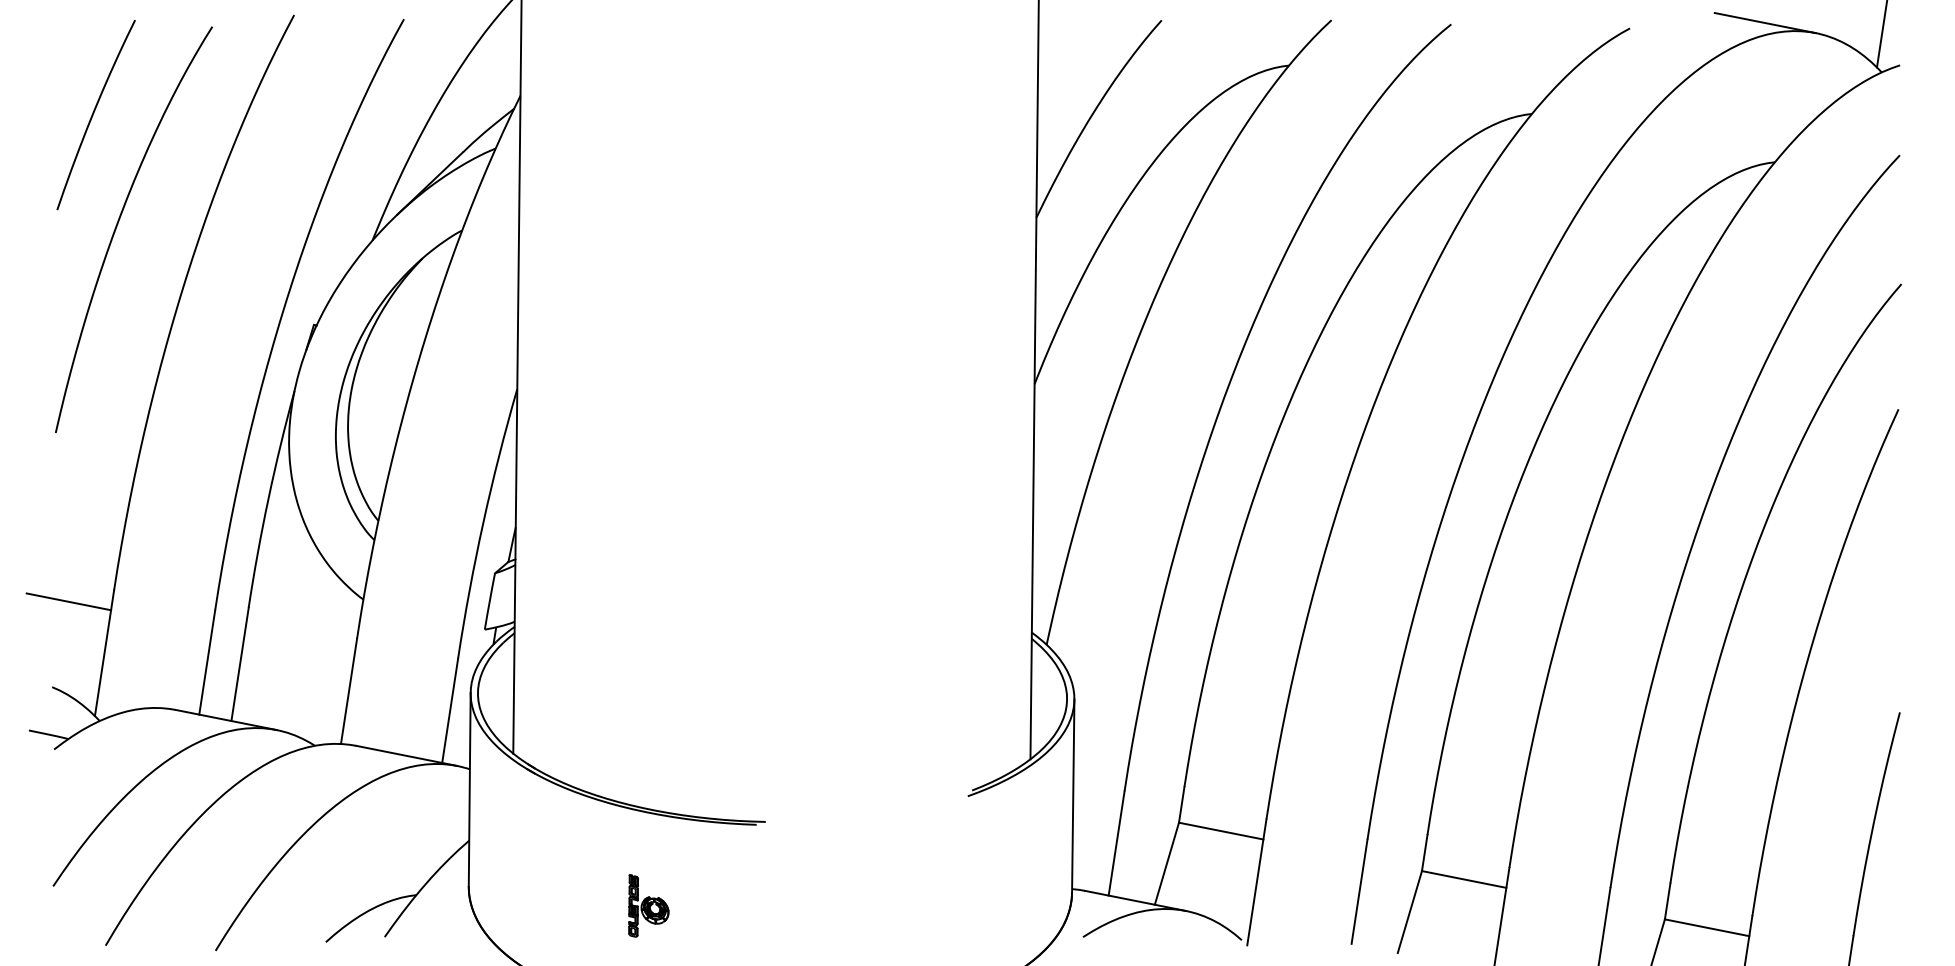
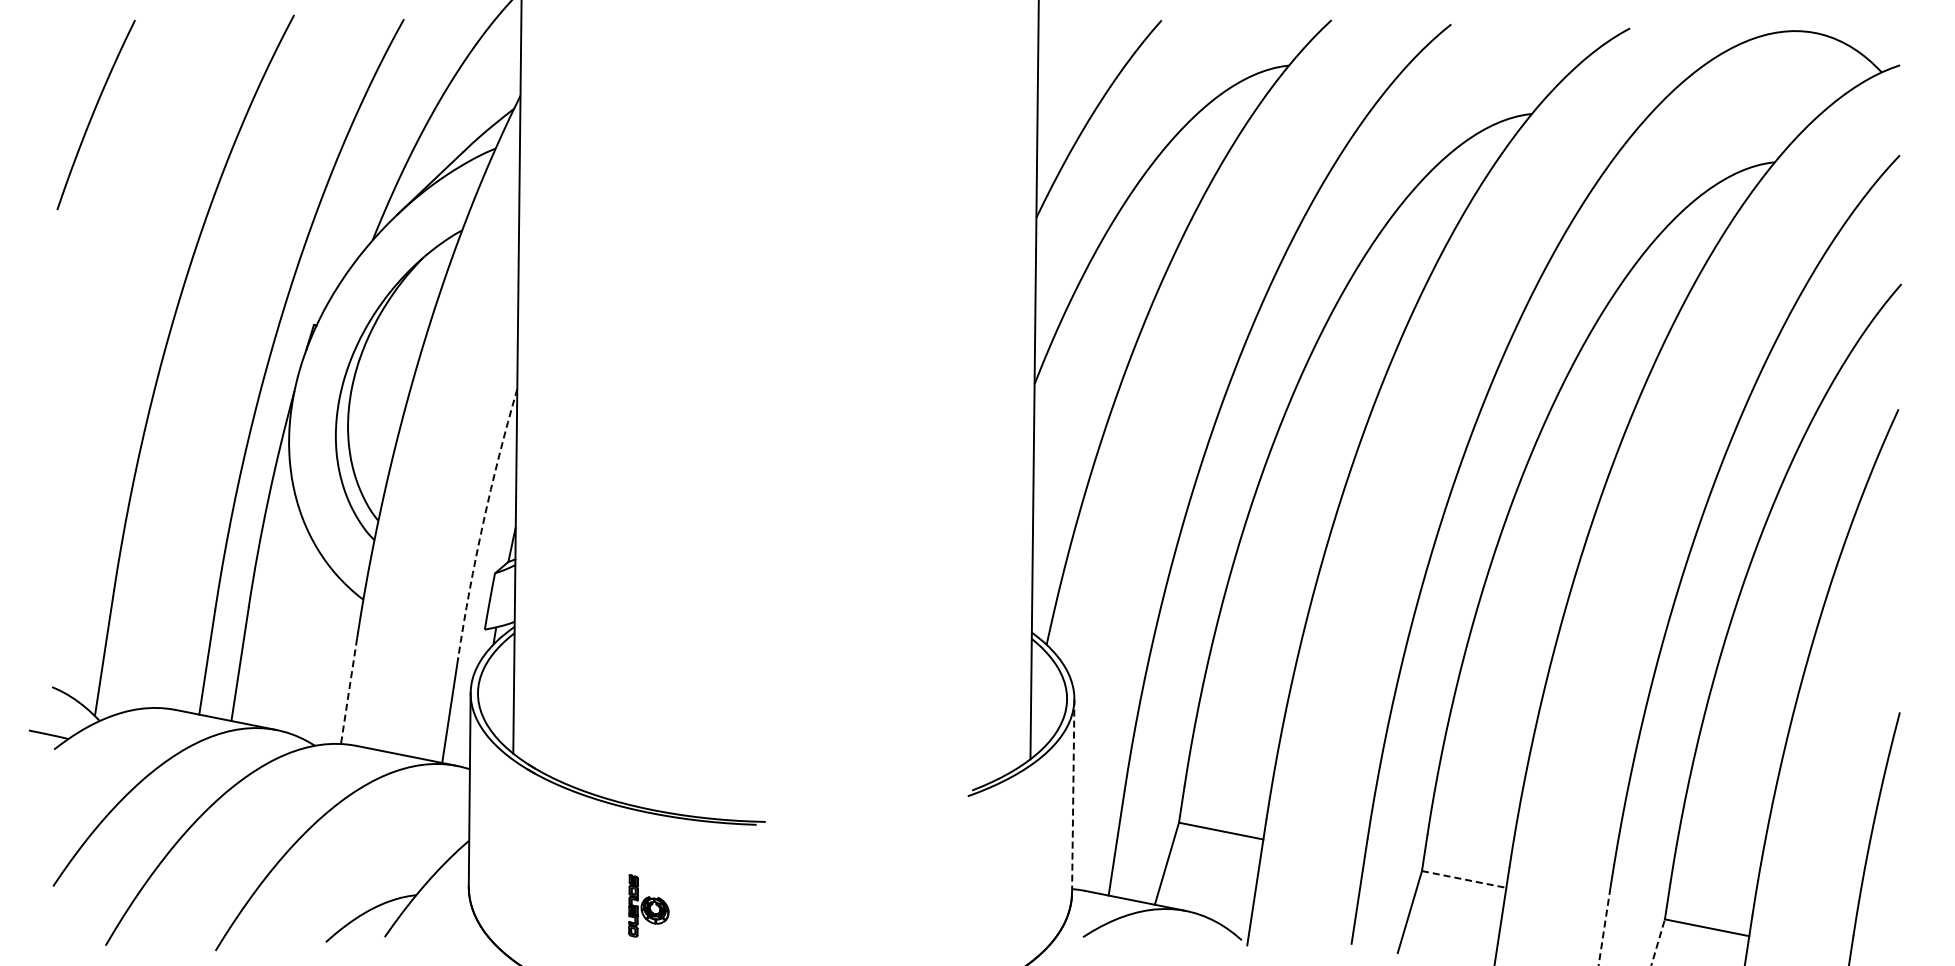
line at (1764, 23): present -> none
line at (1881, 34): present -> none
curve at (118, 224): present -> none
arc at (483, 522): solid -> dashed
line at (68, 601): present -> none
line at (348, 691): solid -> dashed
line at (1073, 795): solid -> dashed
line at (1464, 879): solid -> dashed
line at (1604, 927): solid -> dashed
line at (1658, 942): solid -> dashed
